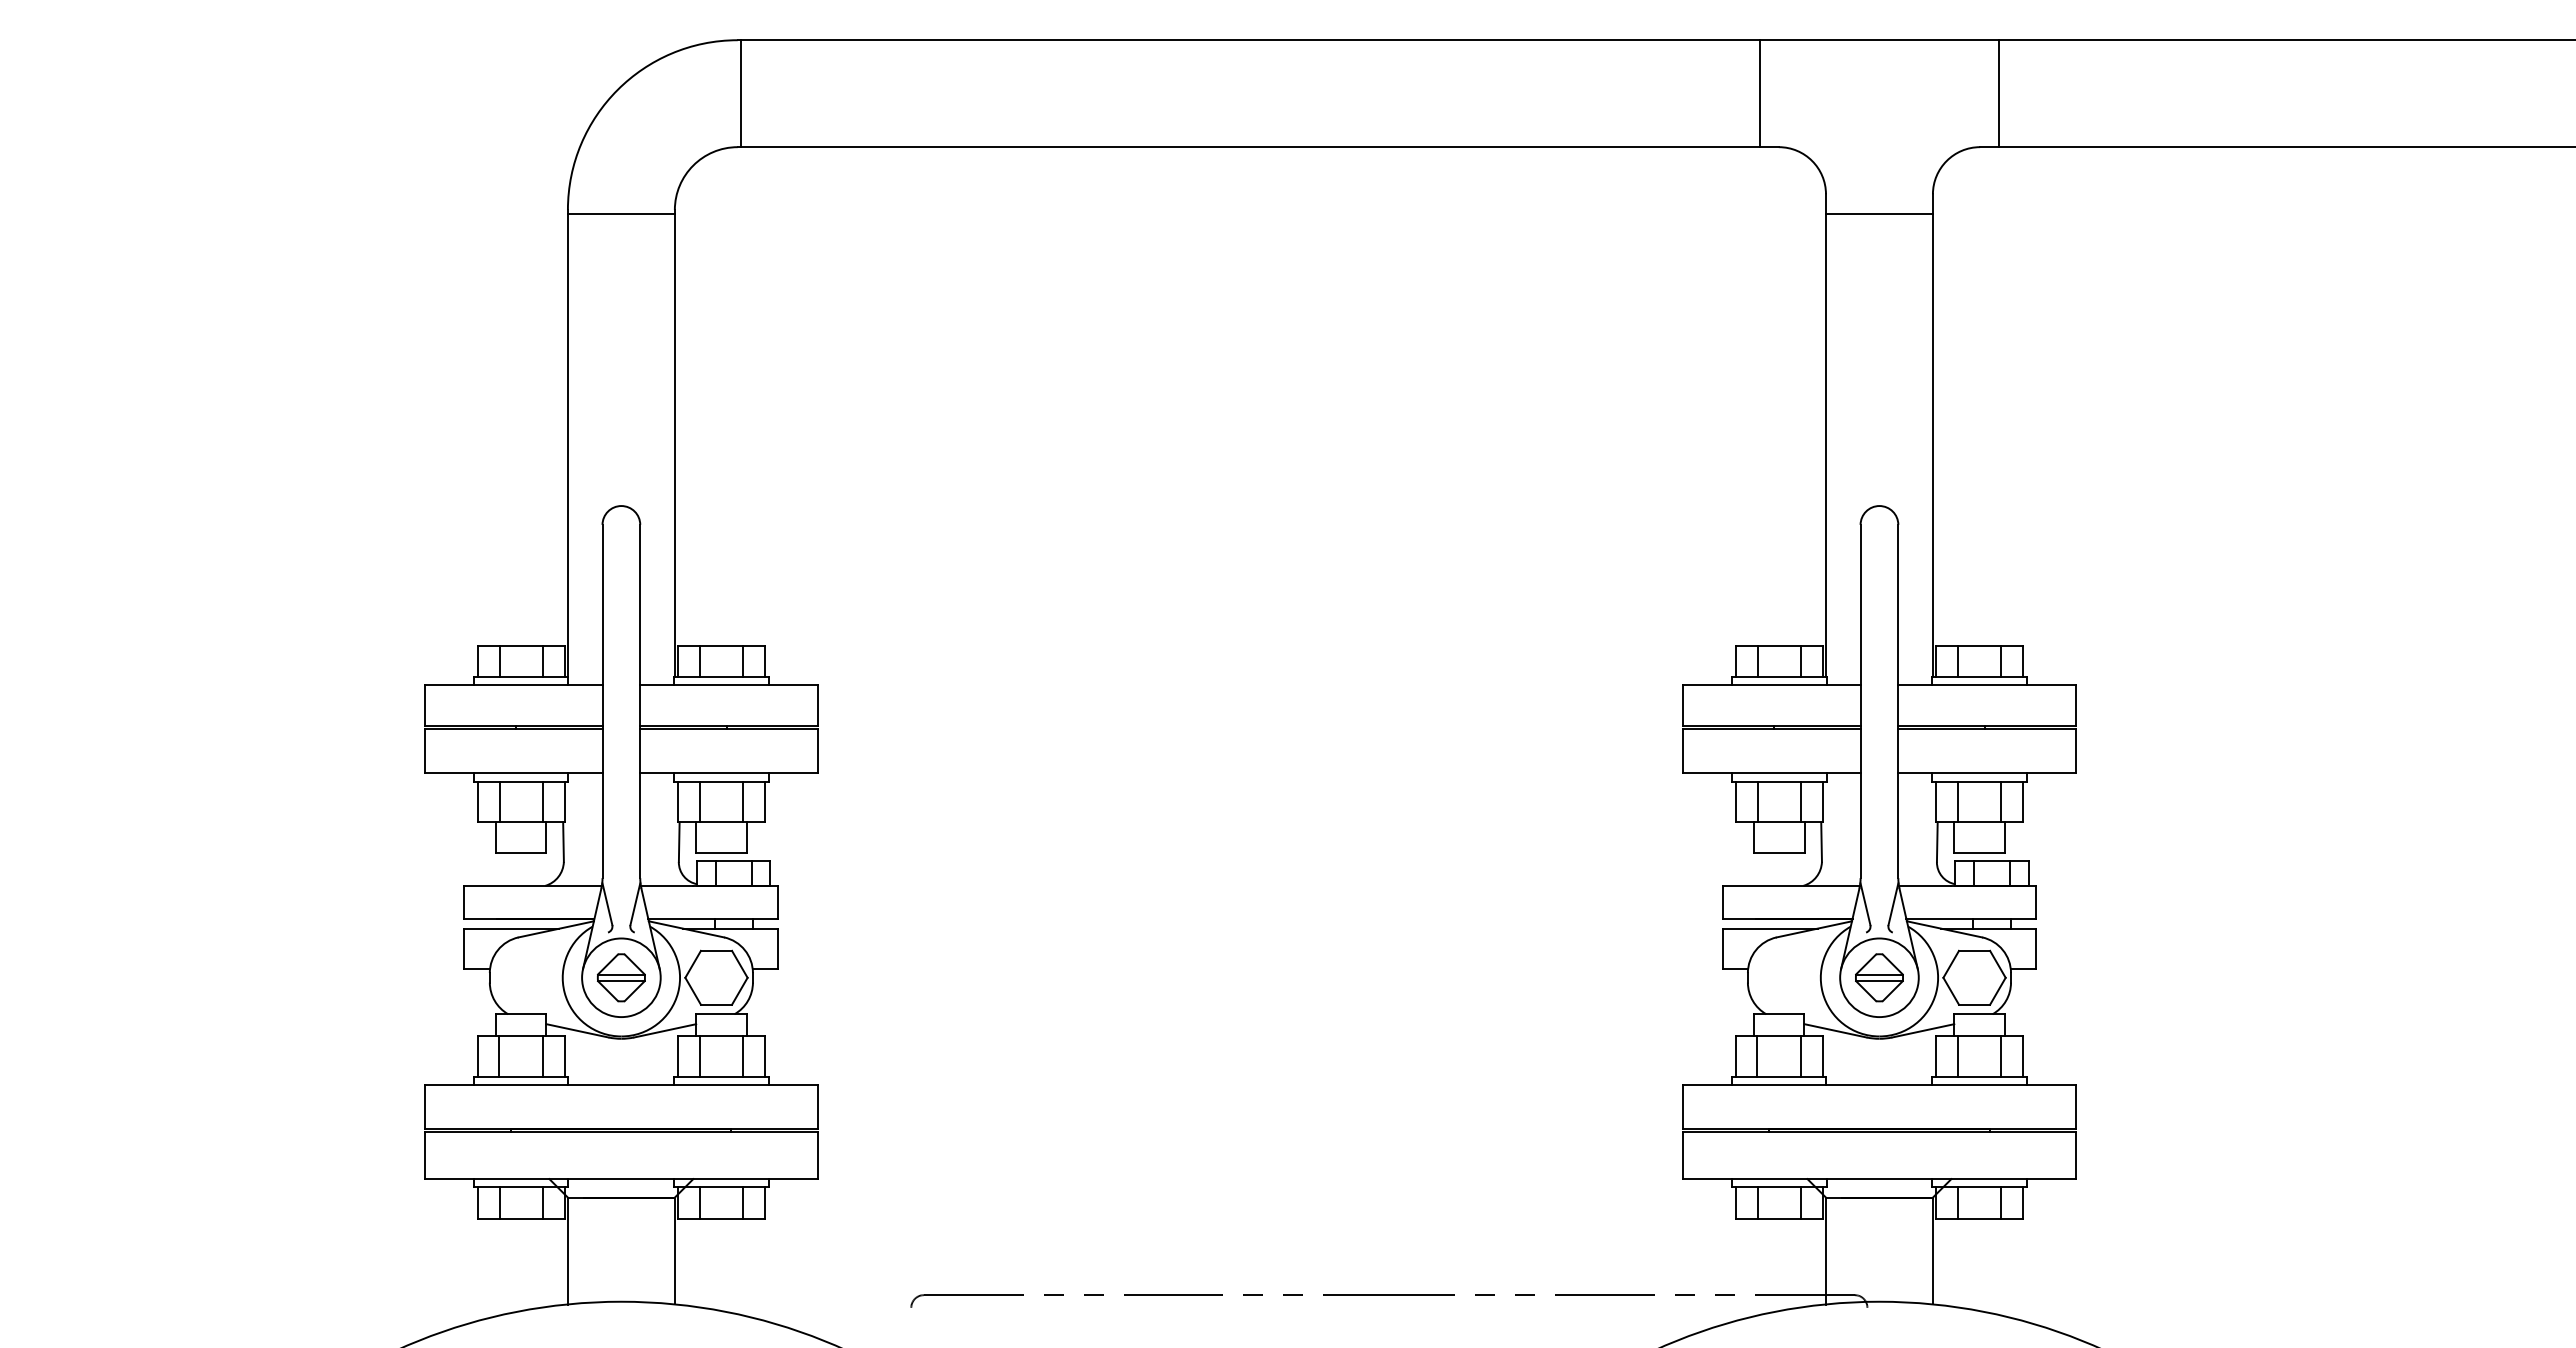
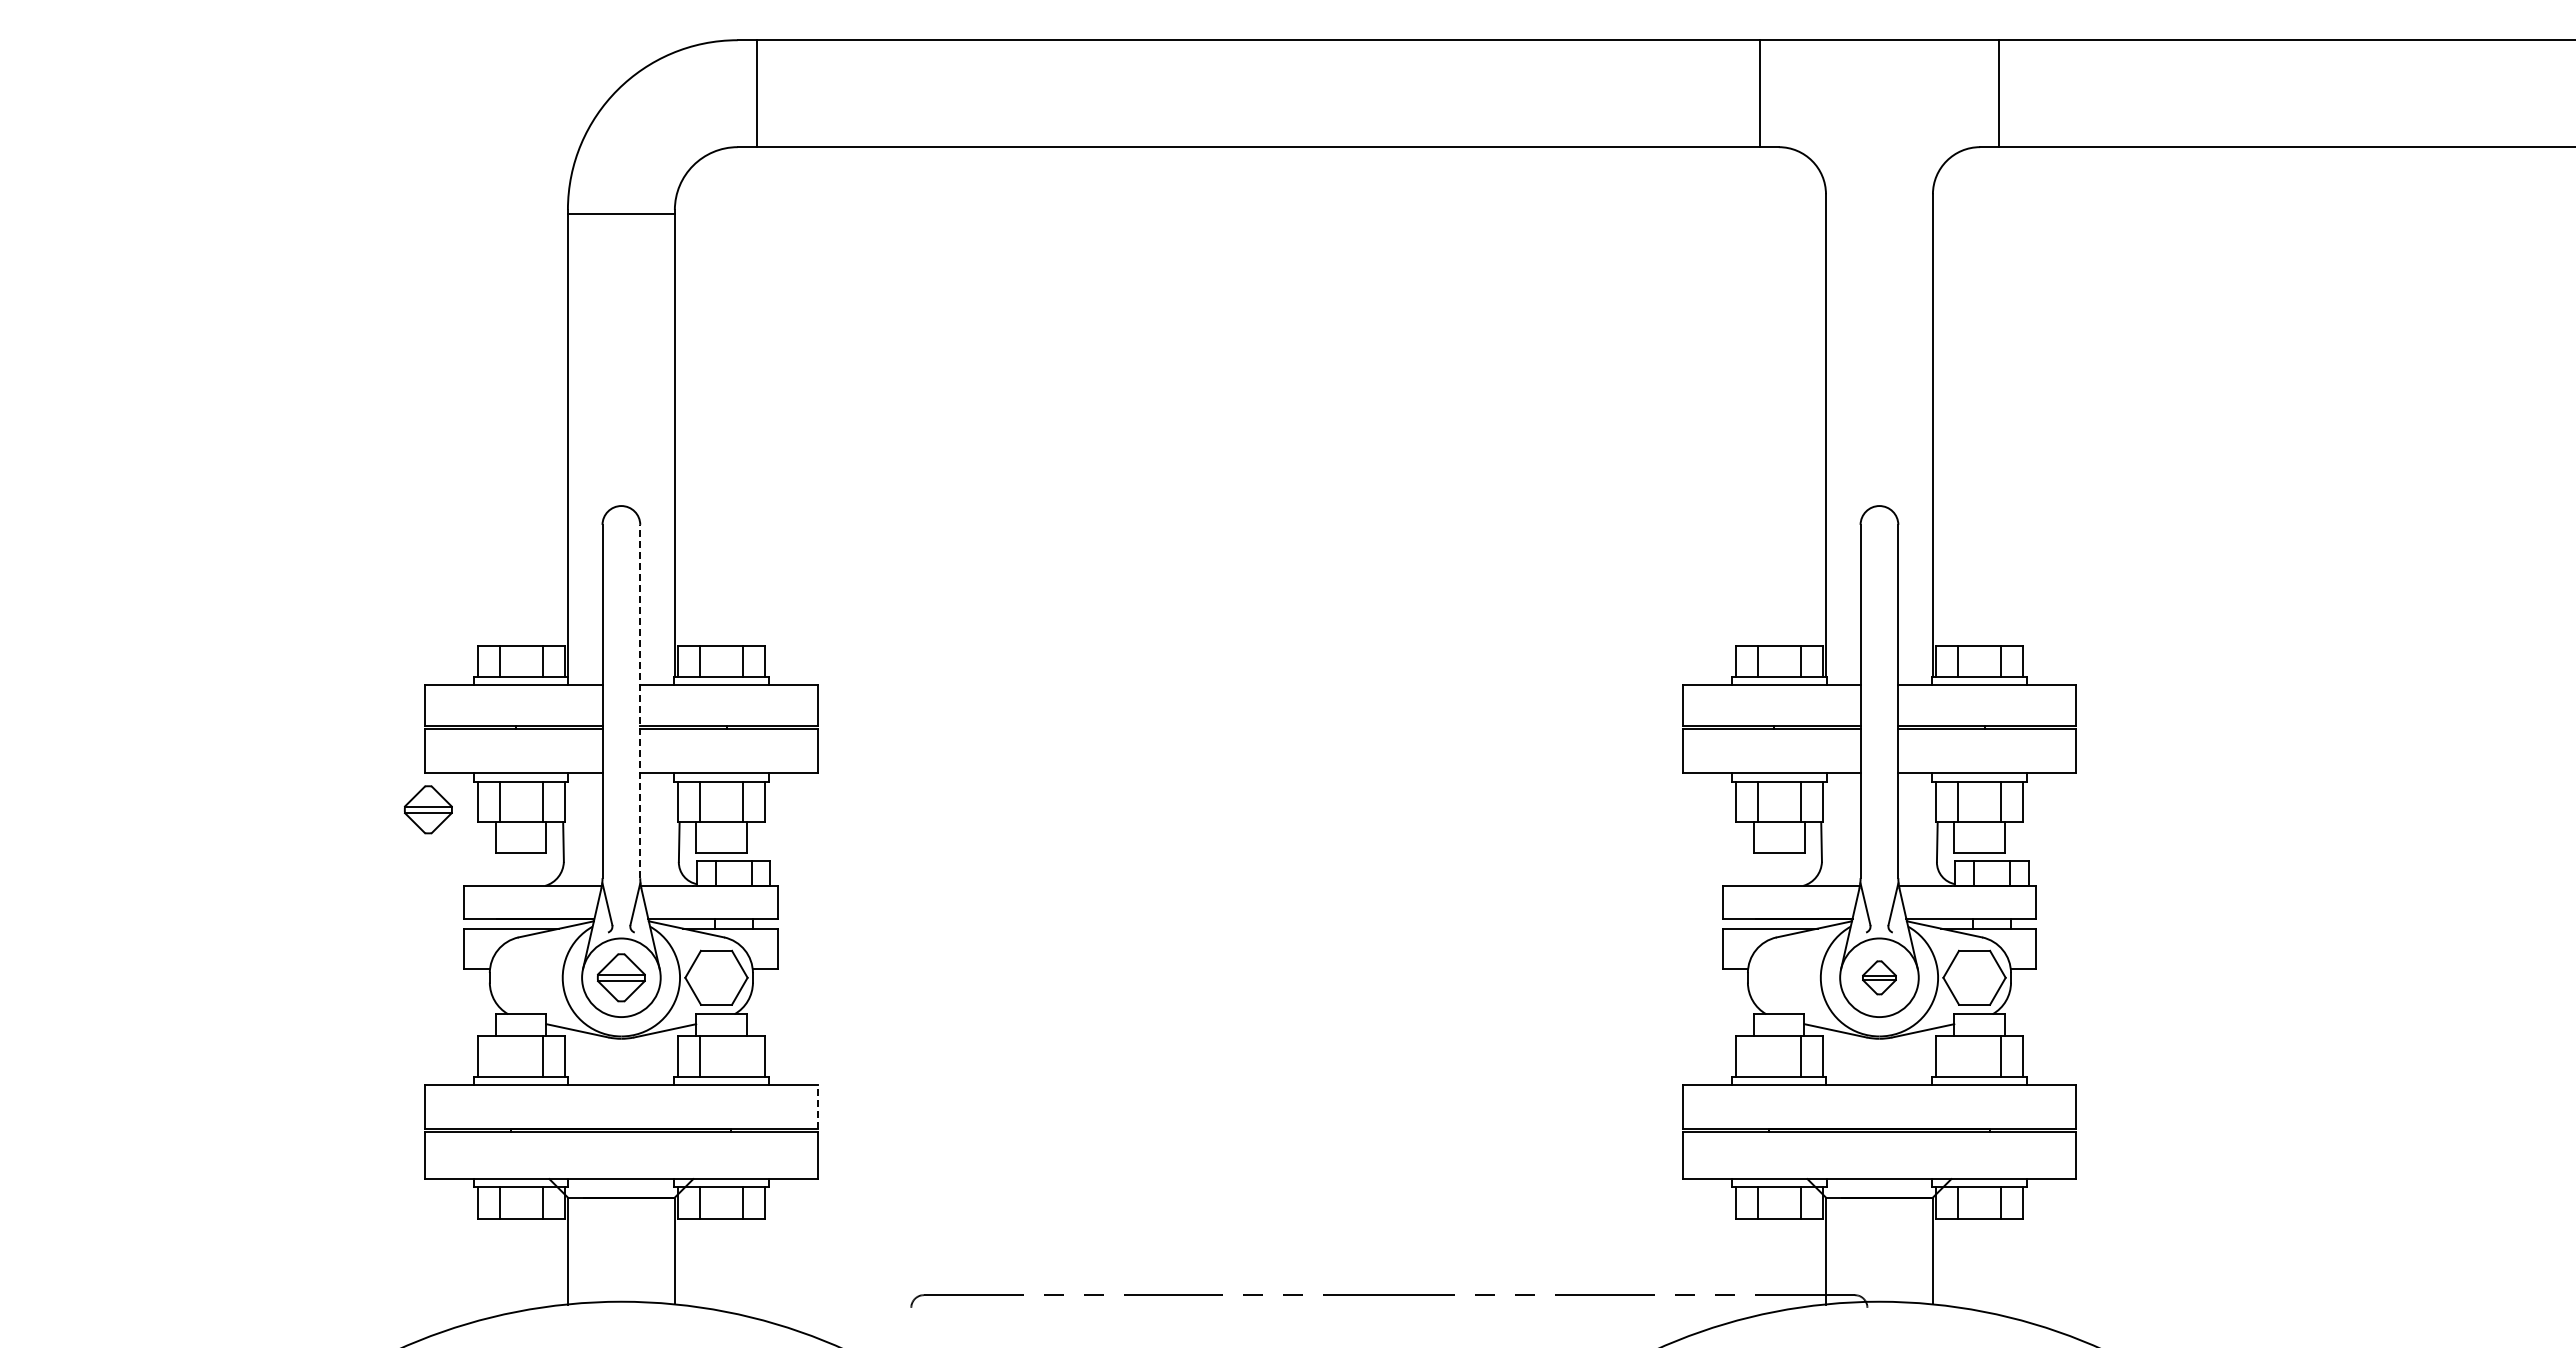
line at (741, 93) position: (741, 93) -> (757, 93)
line at (1878, 213): present -> none
line at (640, 701): solid -> dashed
part at (428, 809): none -> present
part at (1879, 977) size: 49x50 px -> 35x36 px
line at (499, 1055): present -> none
line at (743, 1055): present -> none
line at (1757, 1055): present -> none
line at (1957, 1055): present -> none
line at (817, 1106): solid -> dashed
